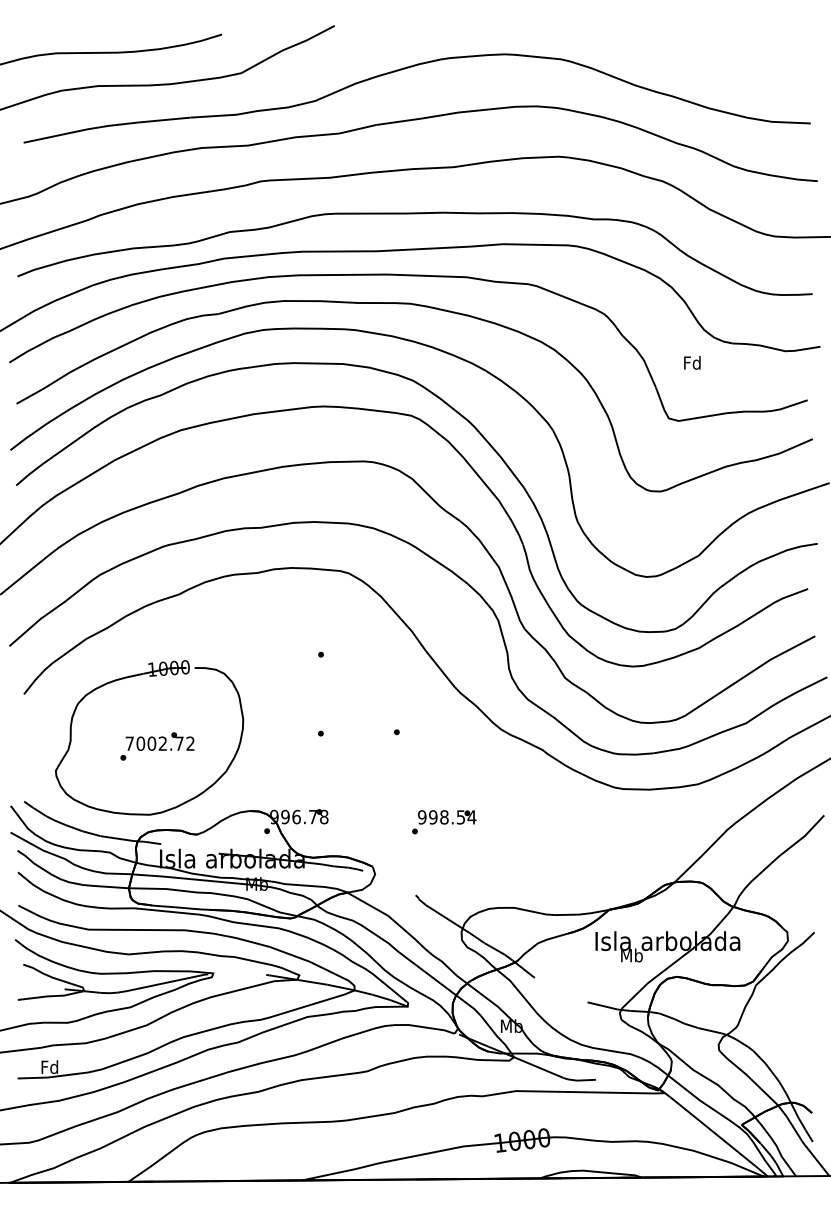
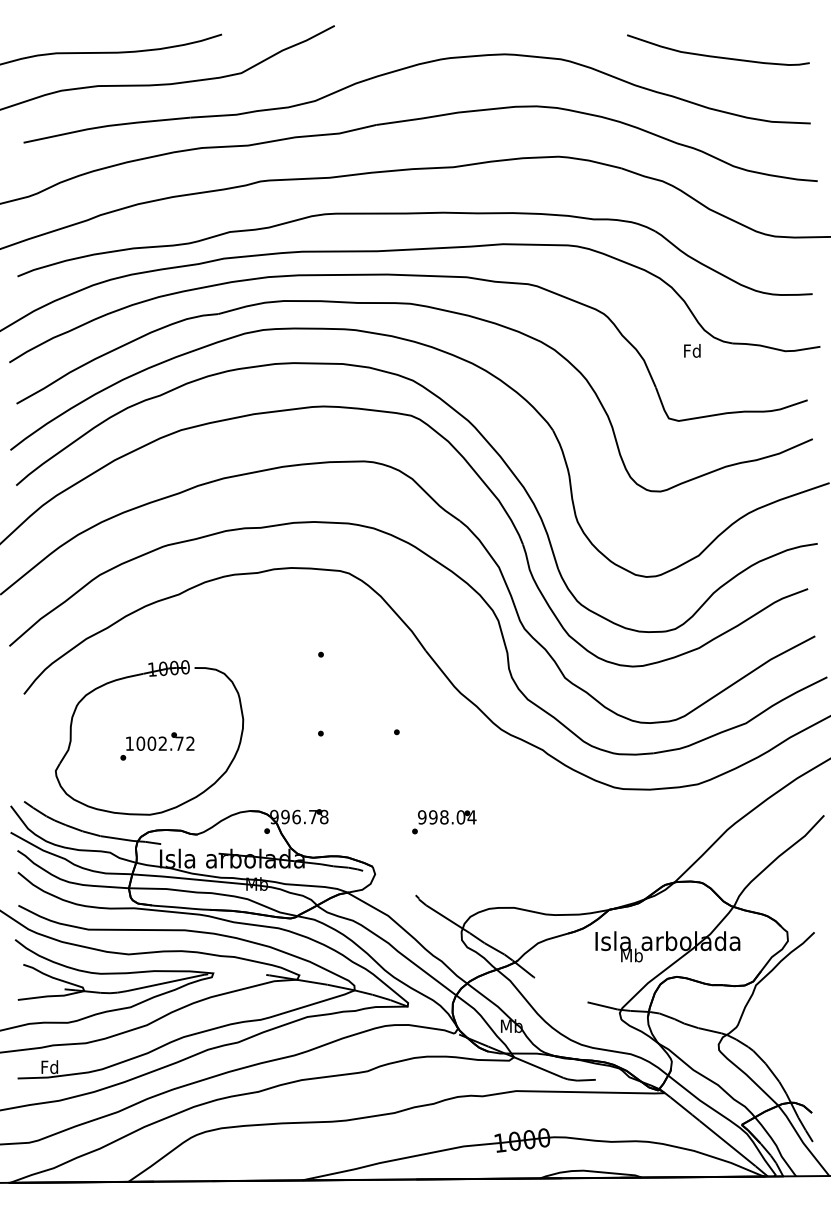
curve at (718, 56): none -> present
text at (692, 362) position: (692, 362) -> (692, 350)
text at (129, 743): 7002.72 -> 1002.72
text at (460, 817): 998.54 -> 998.04
